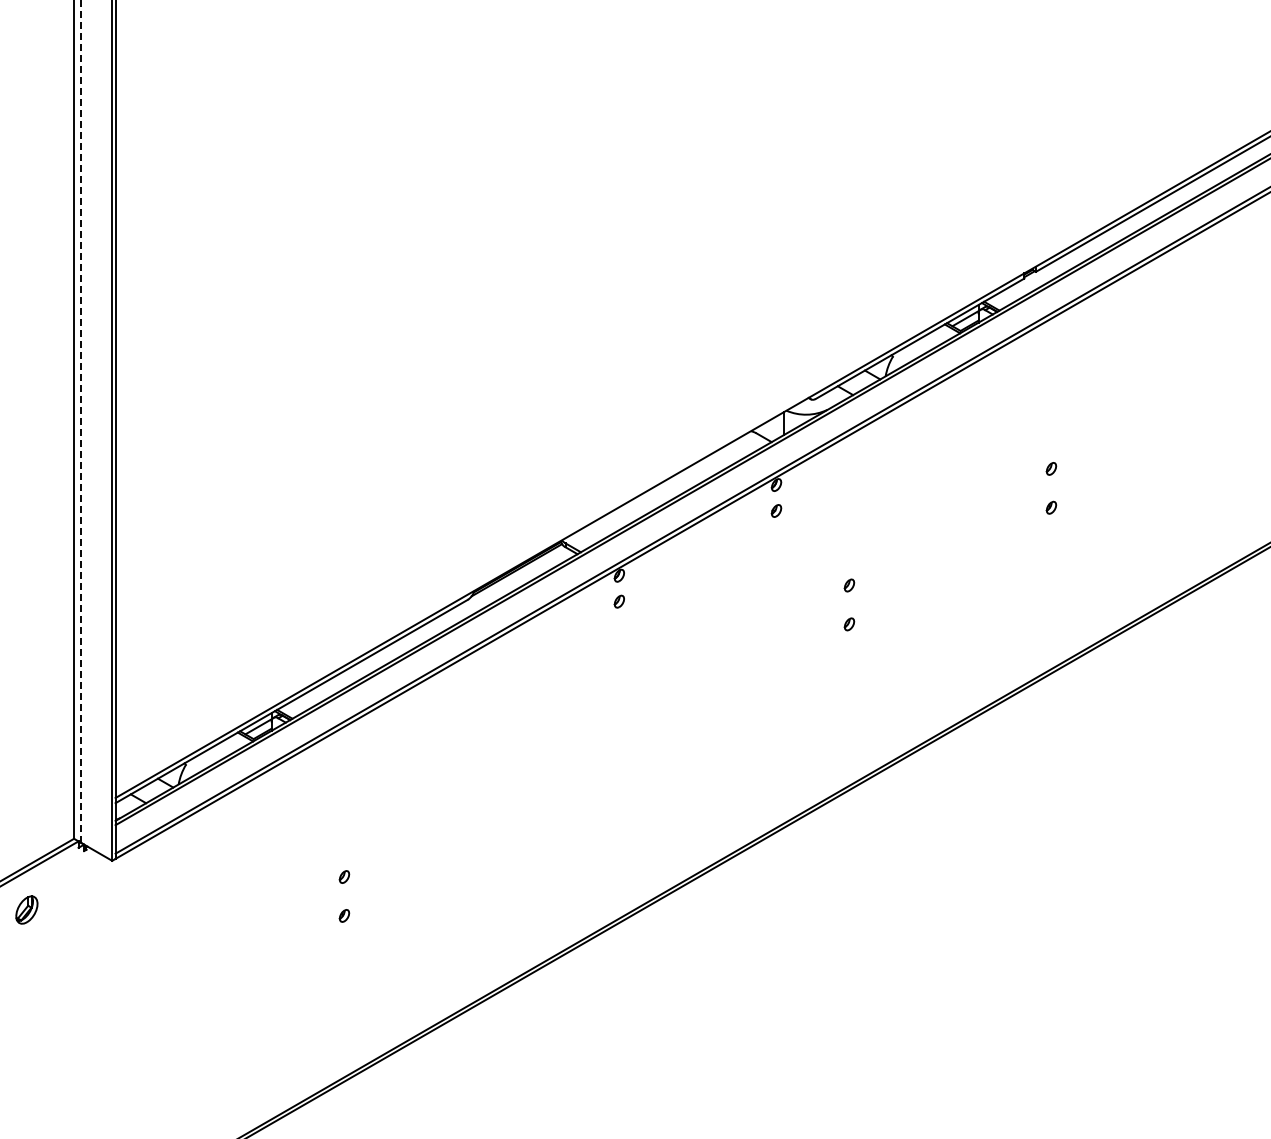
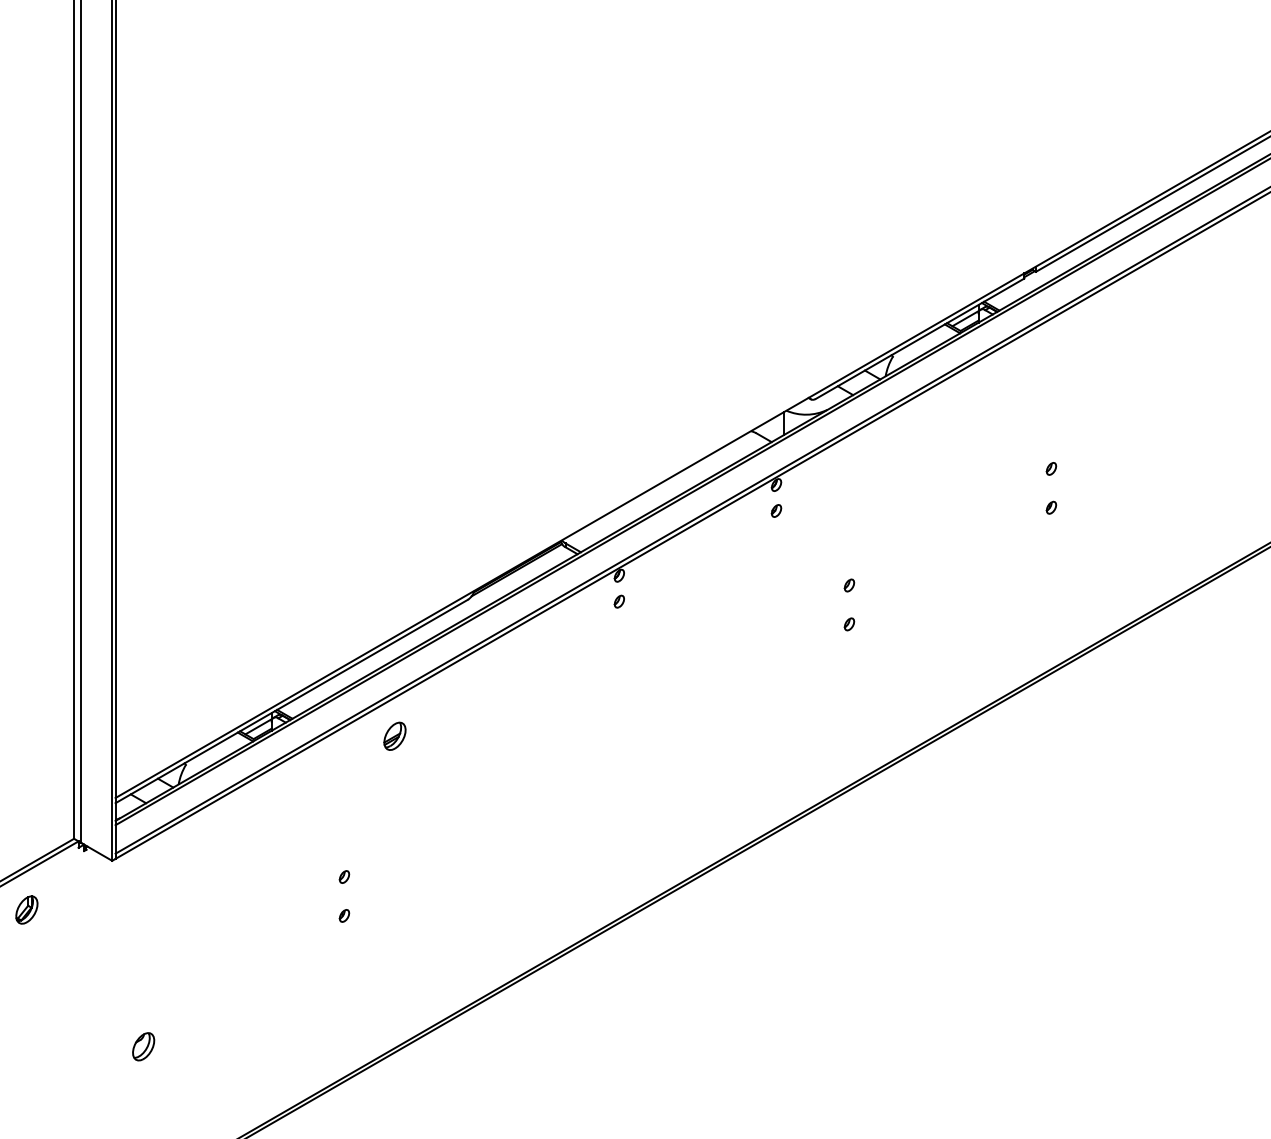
line at (80, 421): dashed -> solid
part at (394, 735): none -> present
part at (143, 1046): none -> present
